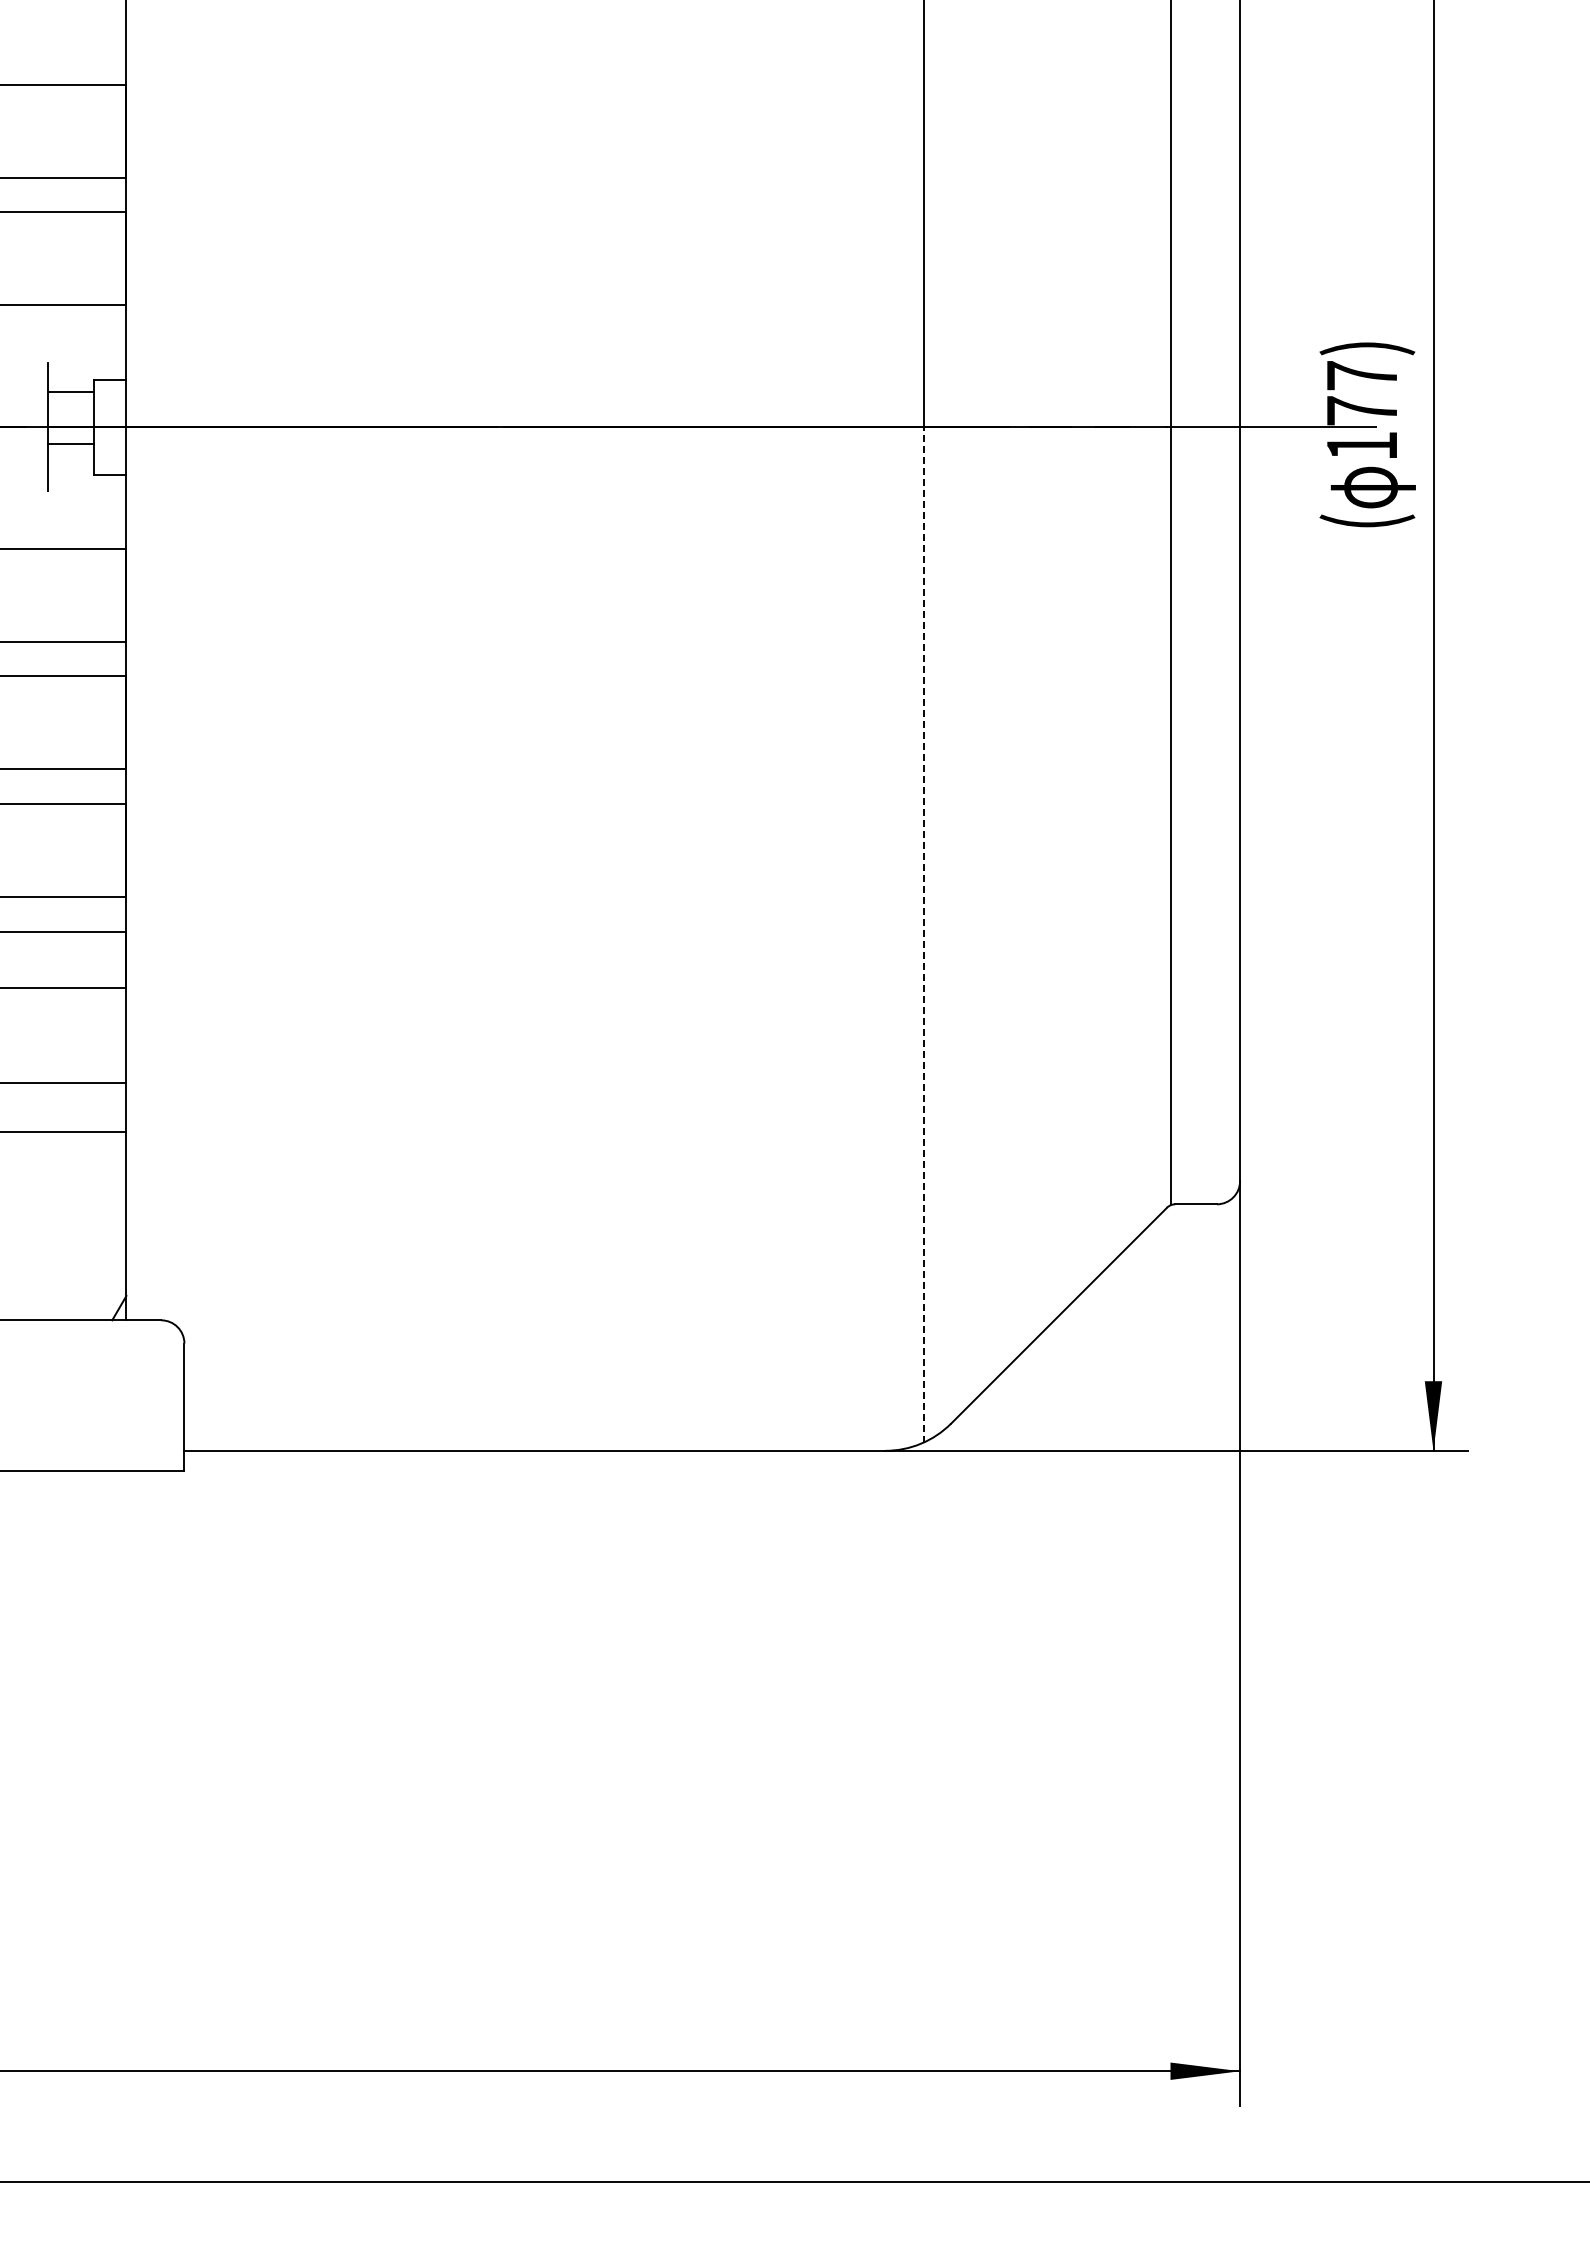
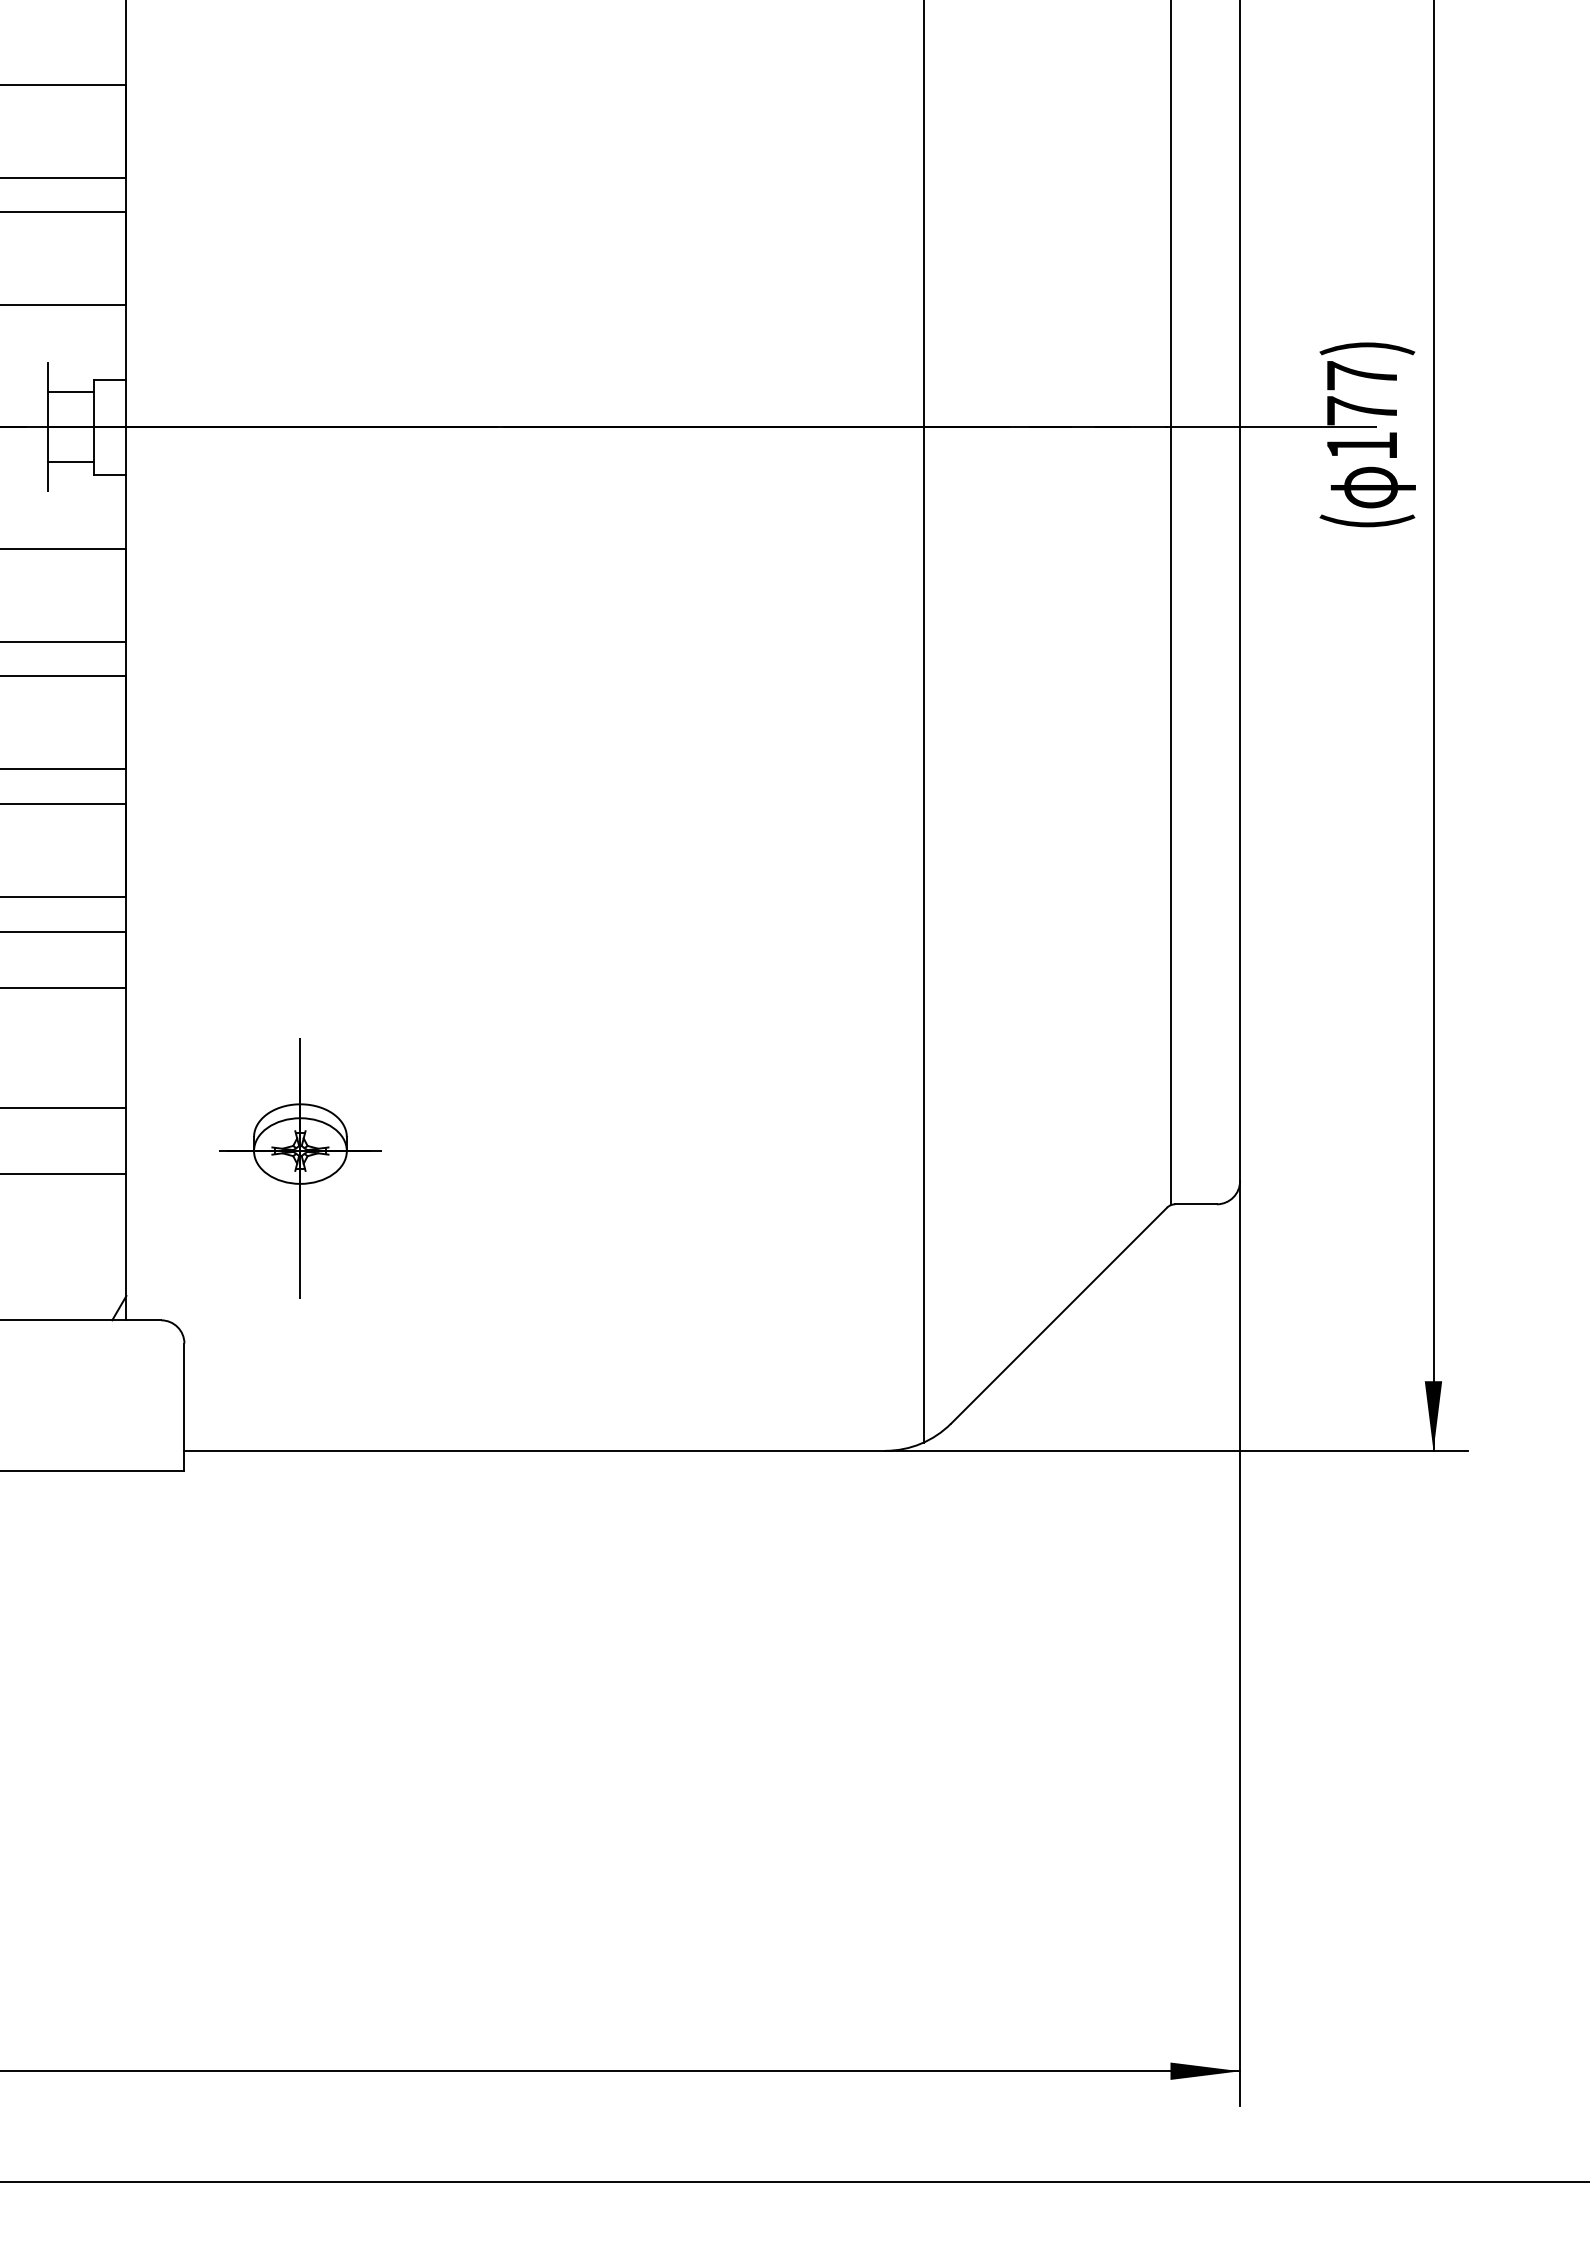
line at (70, 443) position: (70, 443) -> (70, 461)
line at (923, 934): dashed -> solid
line at (64, 1082) position: (64, 1082) -> (64, 1107)
line at (64, 1131) position: (64, 1131) -> (64, 1173)
part at (300, 1168): none -> present
